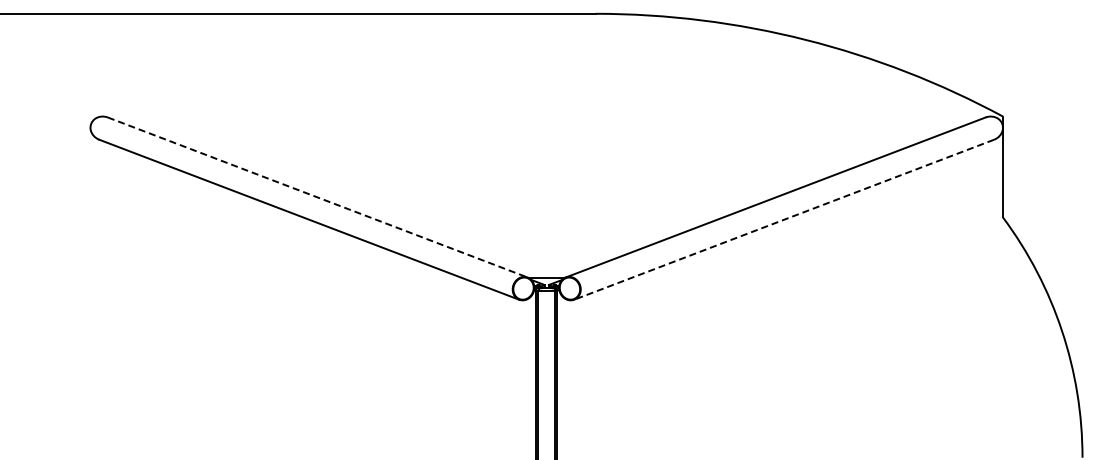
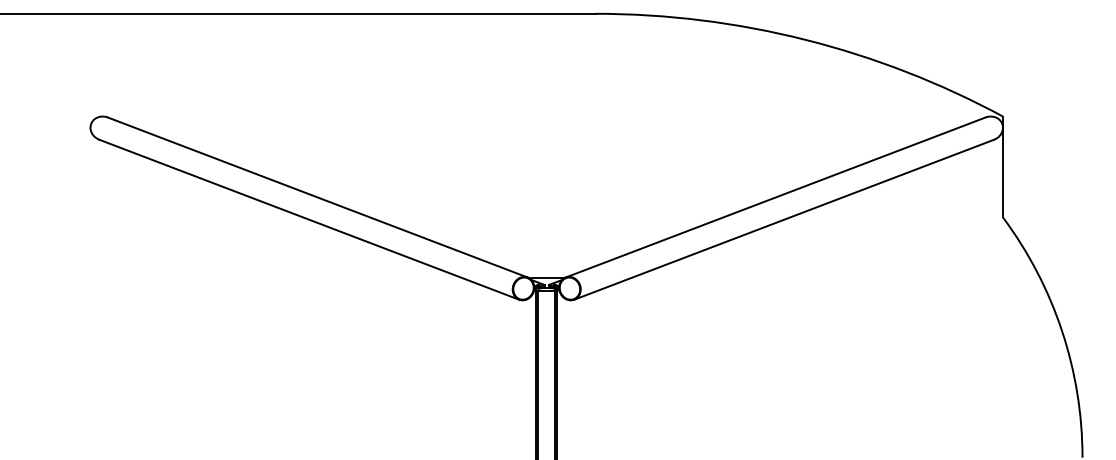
line at (317, 197): dashed -> solid
line at (784, 219): dashed -> solid
